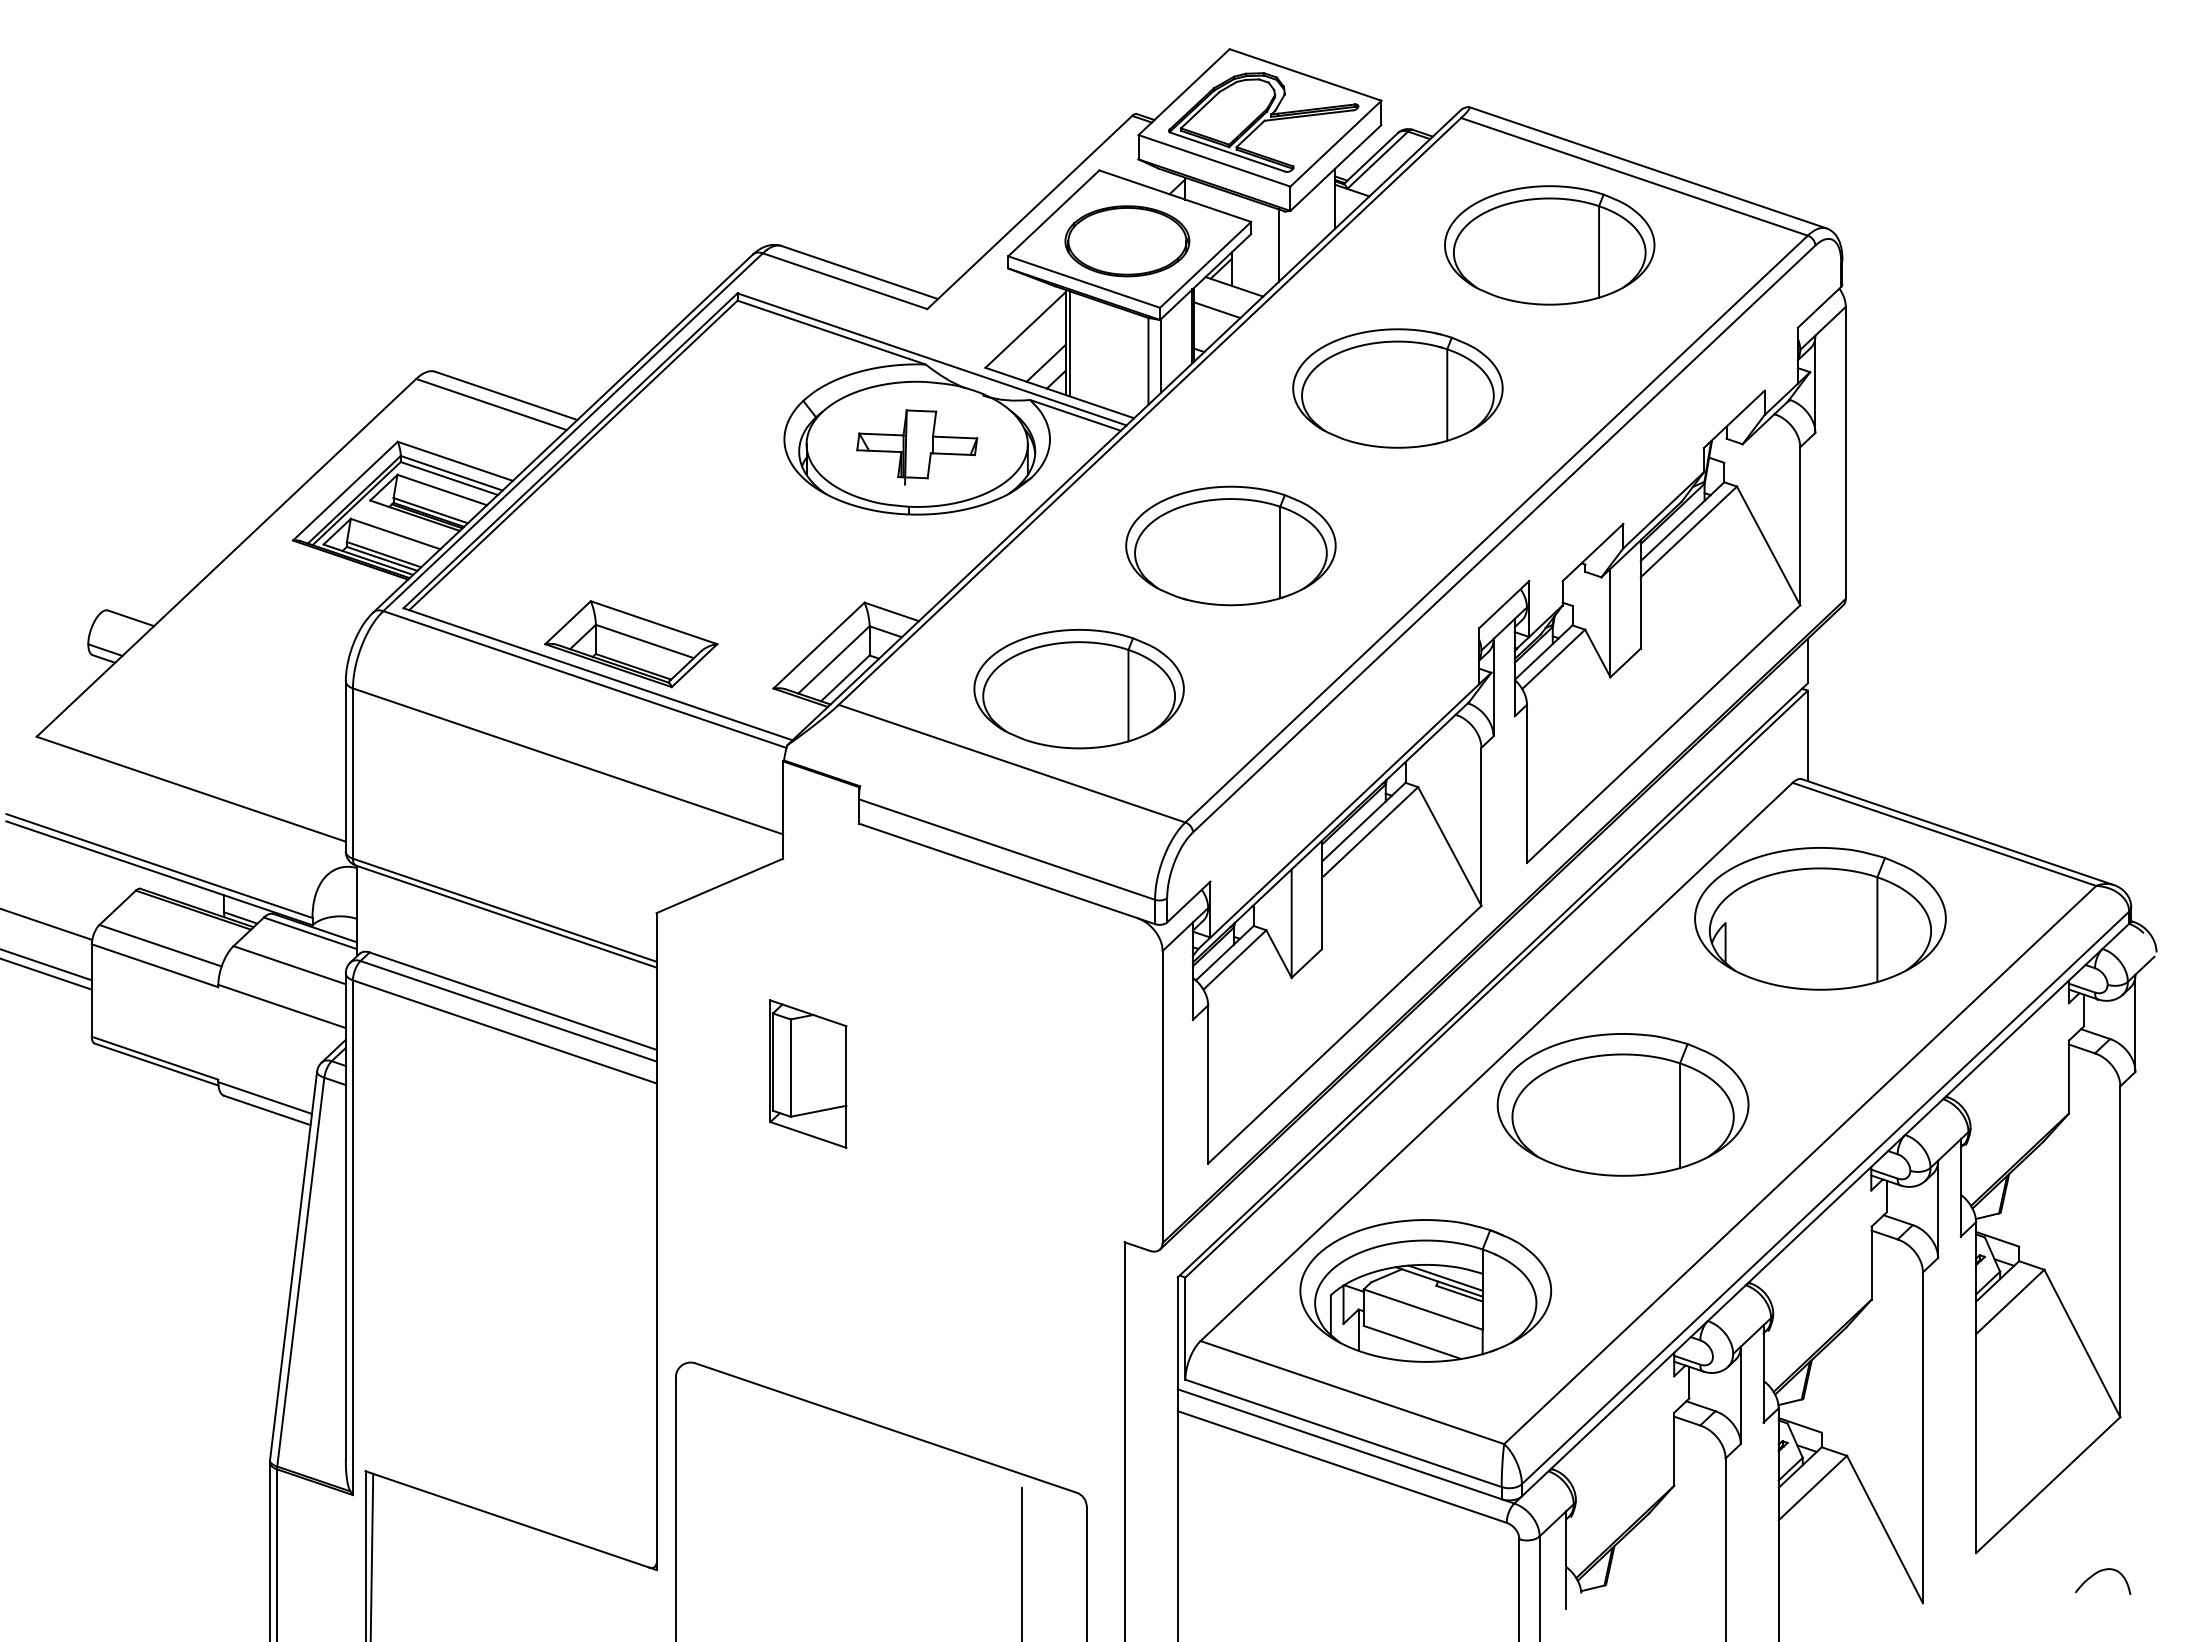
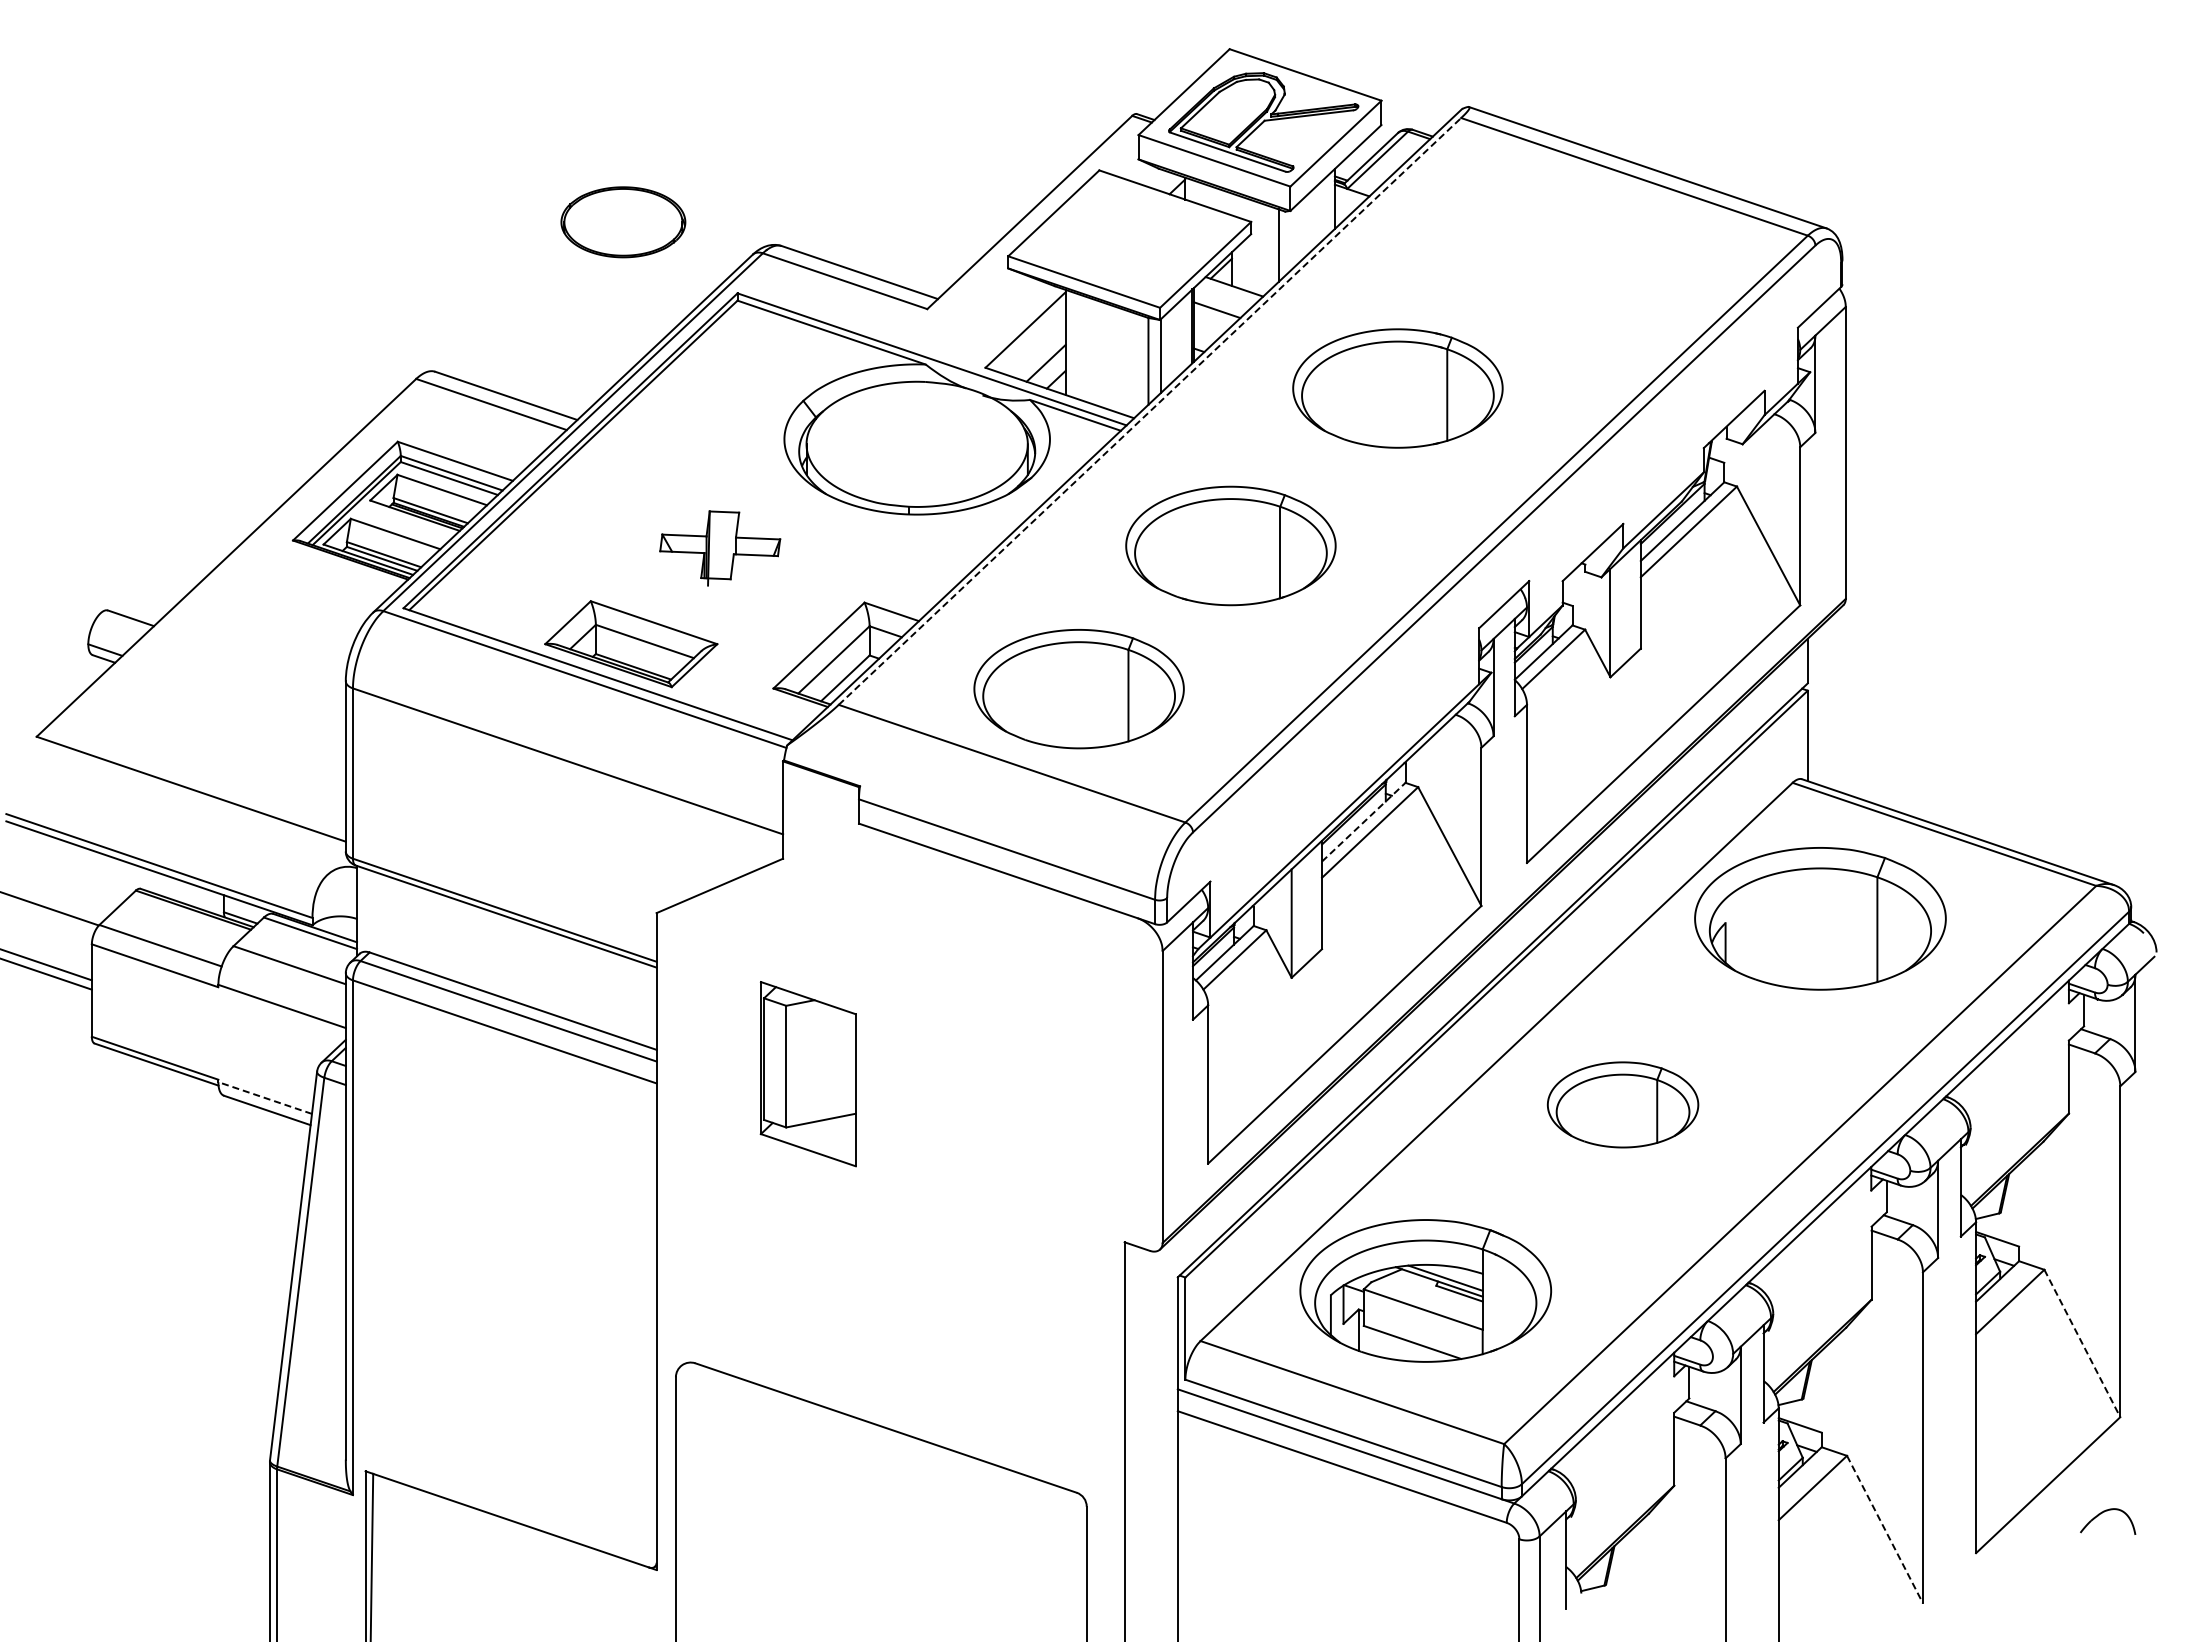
part at (1127, 241) position: (1127, 241) -> (623, 222)
part at (1549, 245): present -> none
line at (1070, 343): present -> none
line at (1149, 411): solid -> dashed
part at (917, 447) position: (917, 447) -> (720, 548)
line at (1364, 821): solid -> dashed
line at (47, 924) position: (47, 924) -> (49, 908)
part at (808, 1073) size: 79x150 px -> 98x187 px
line at (264, 1097): solid -> dashed
part at (1622, 1104) size: 254x144 px -> 153x88 px
line at (2082, 1343): solid -> dashed
line at (1884, 1529): solid -> dashed
line at (1022, 1563): present -> none
part at (2099, 1572) position: (2099, 1572) -> (2104, 1512)
